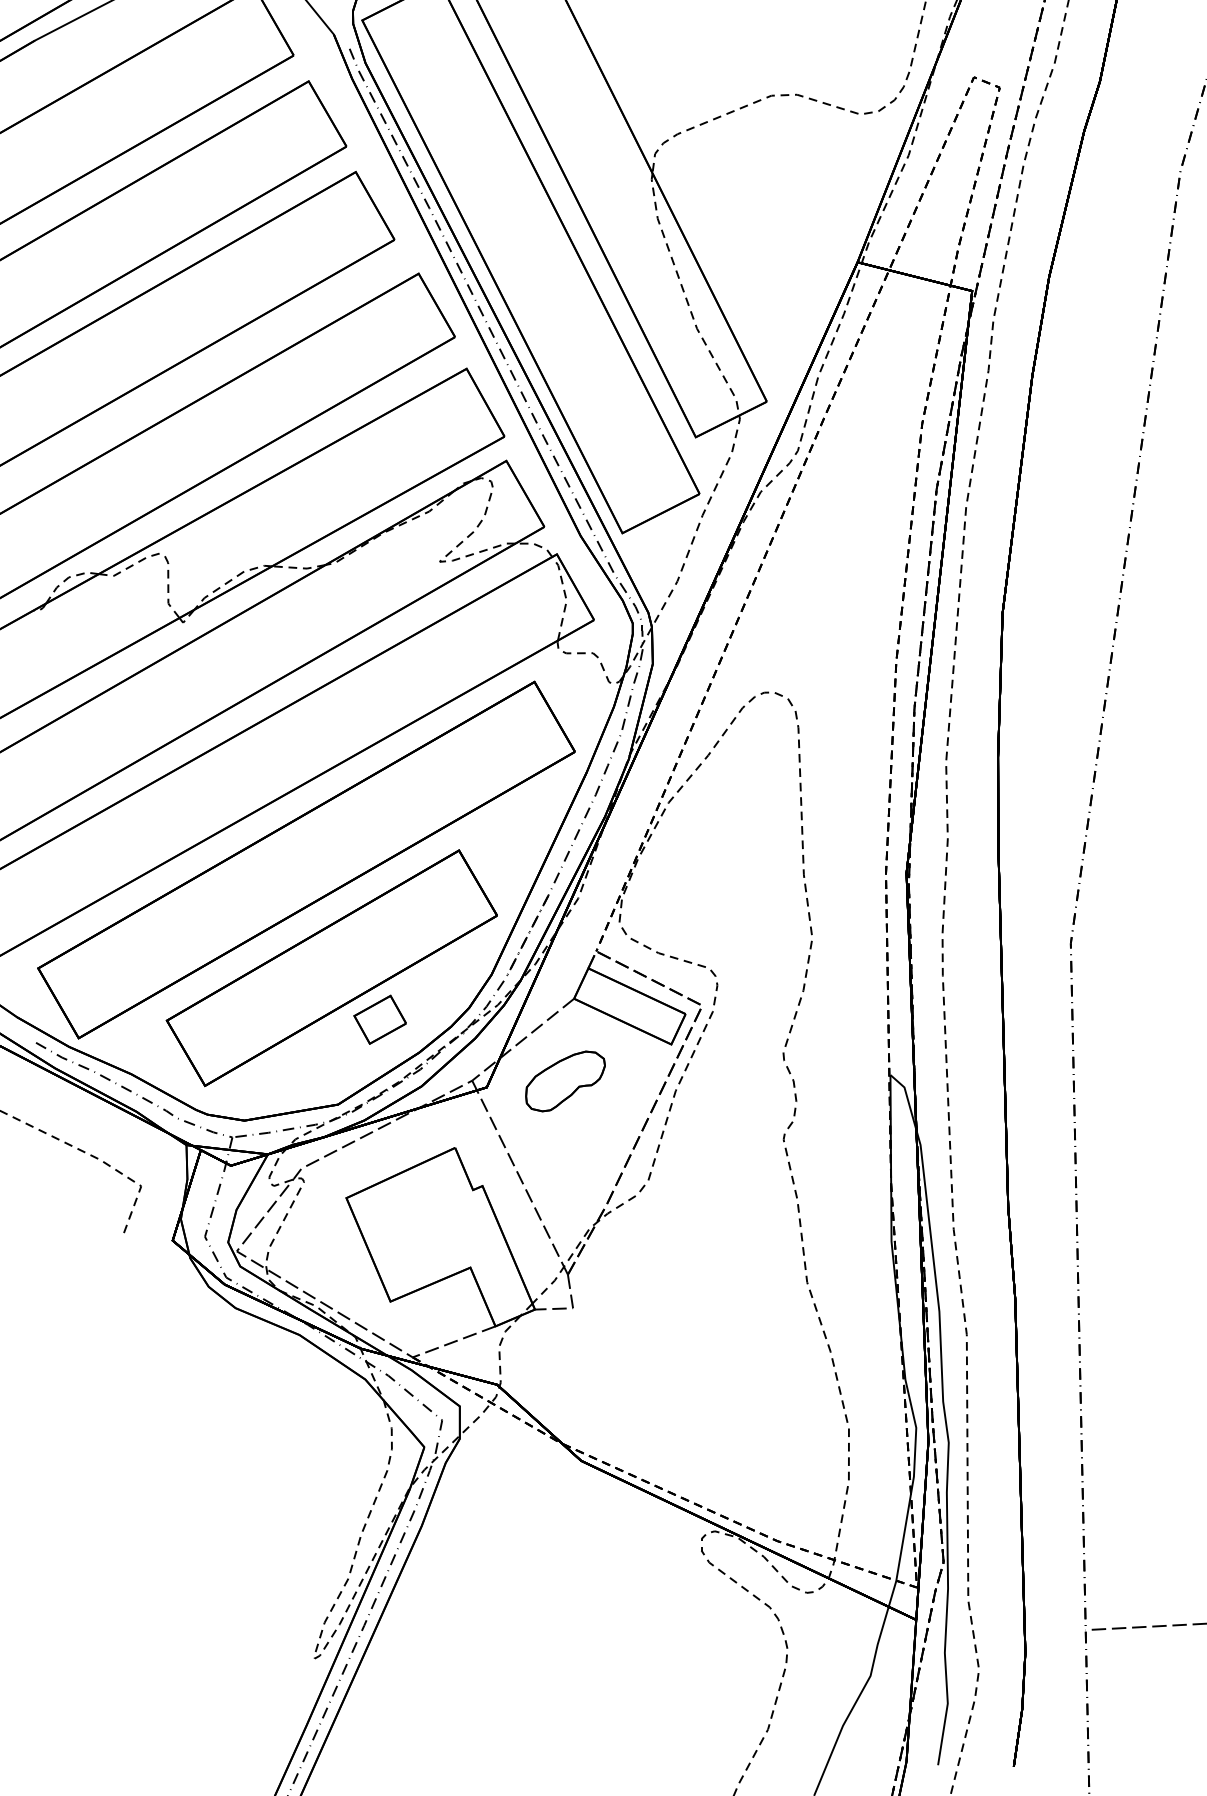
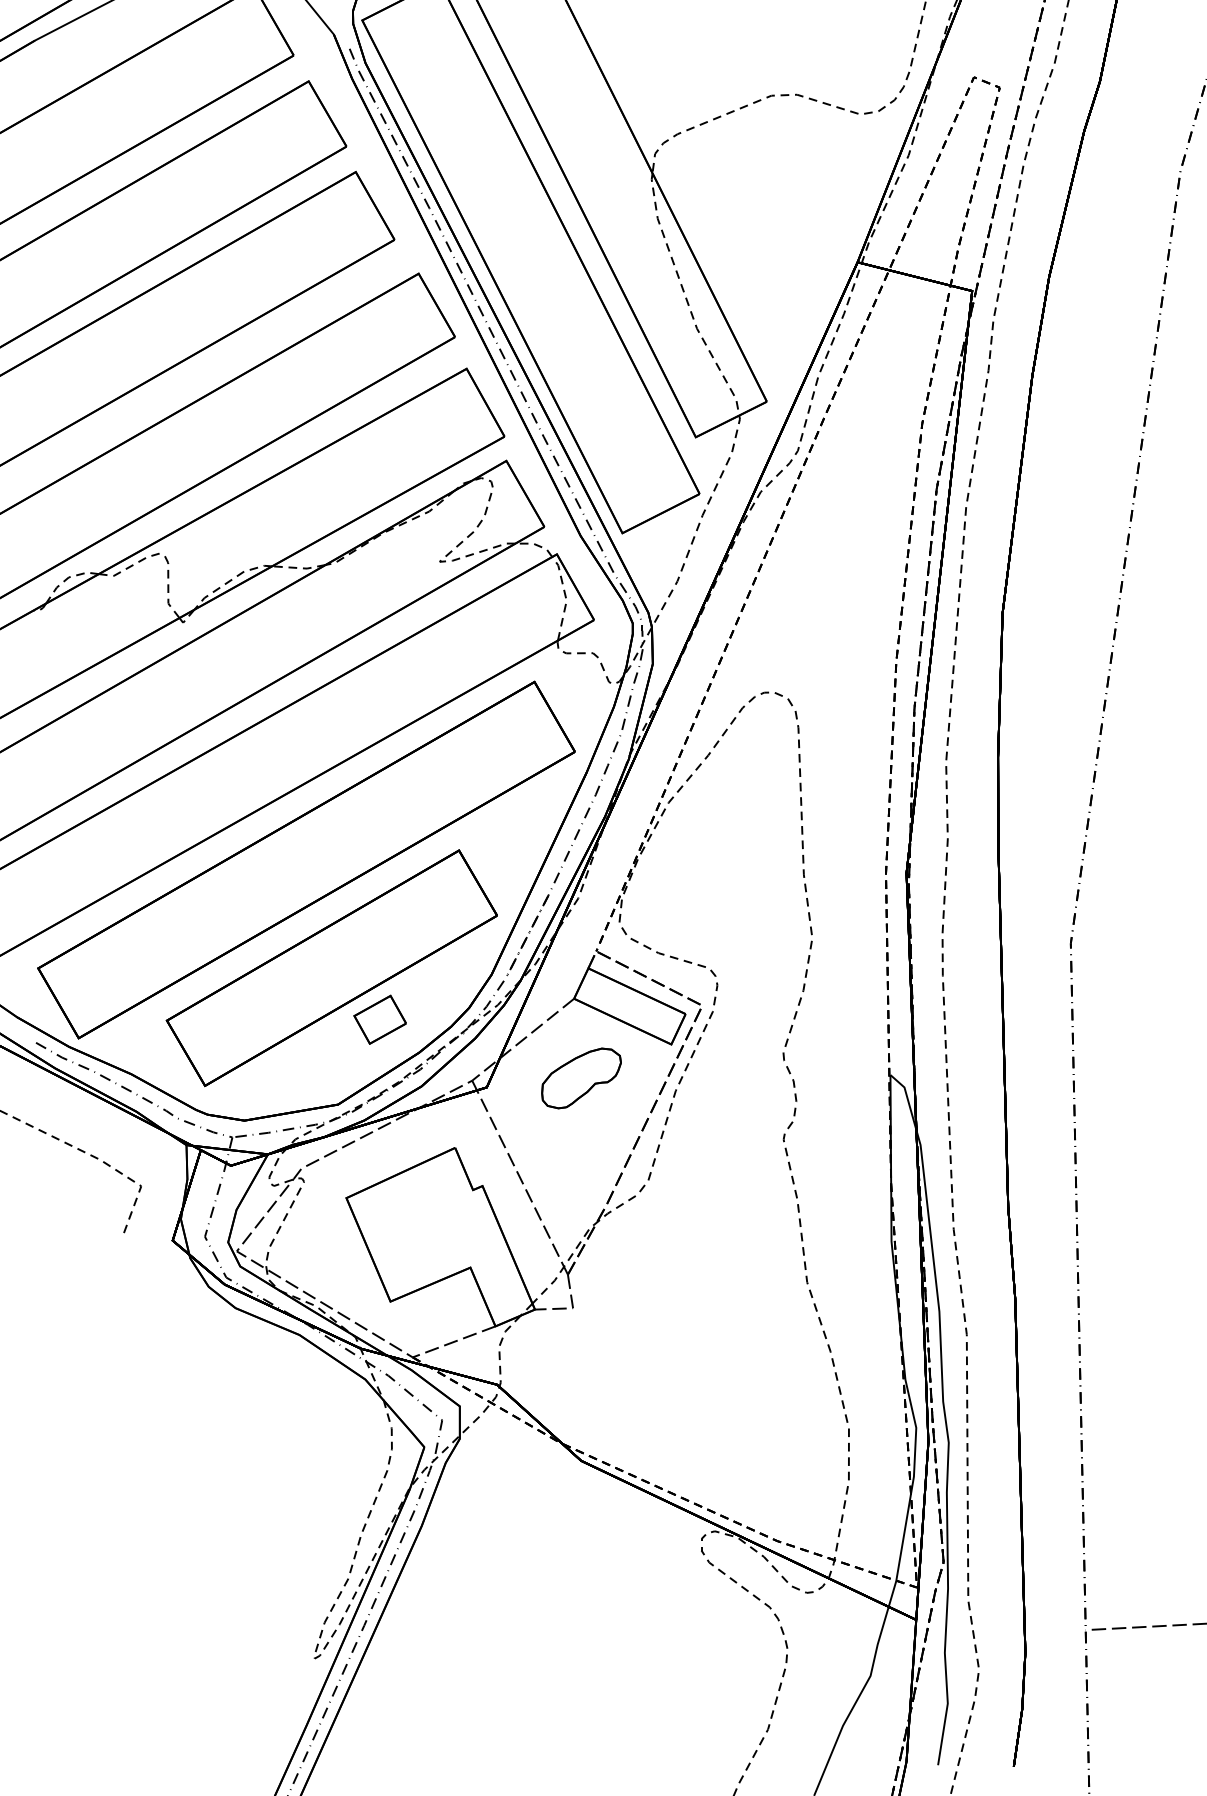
part at (565, 1081) position: (565, 1081) -> (581, 1078)
